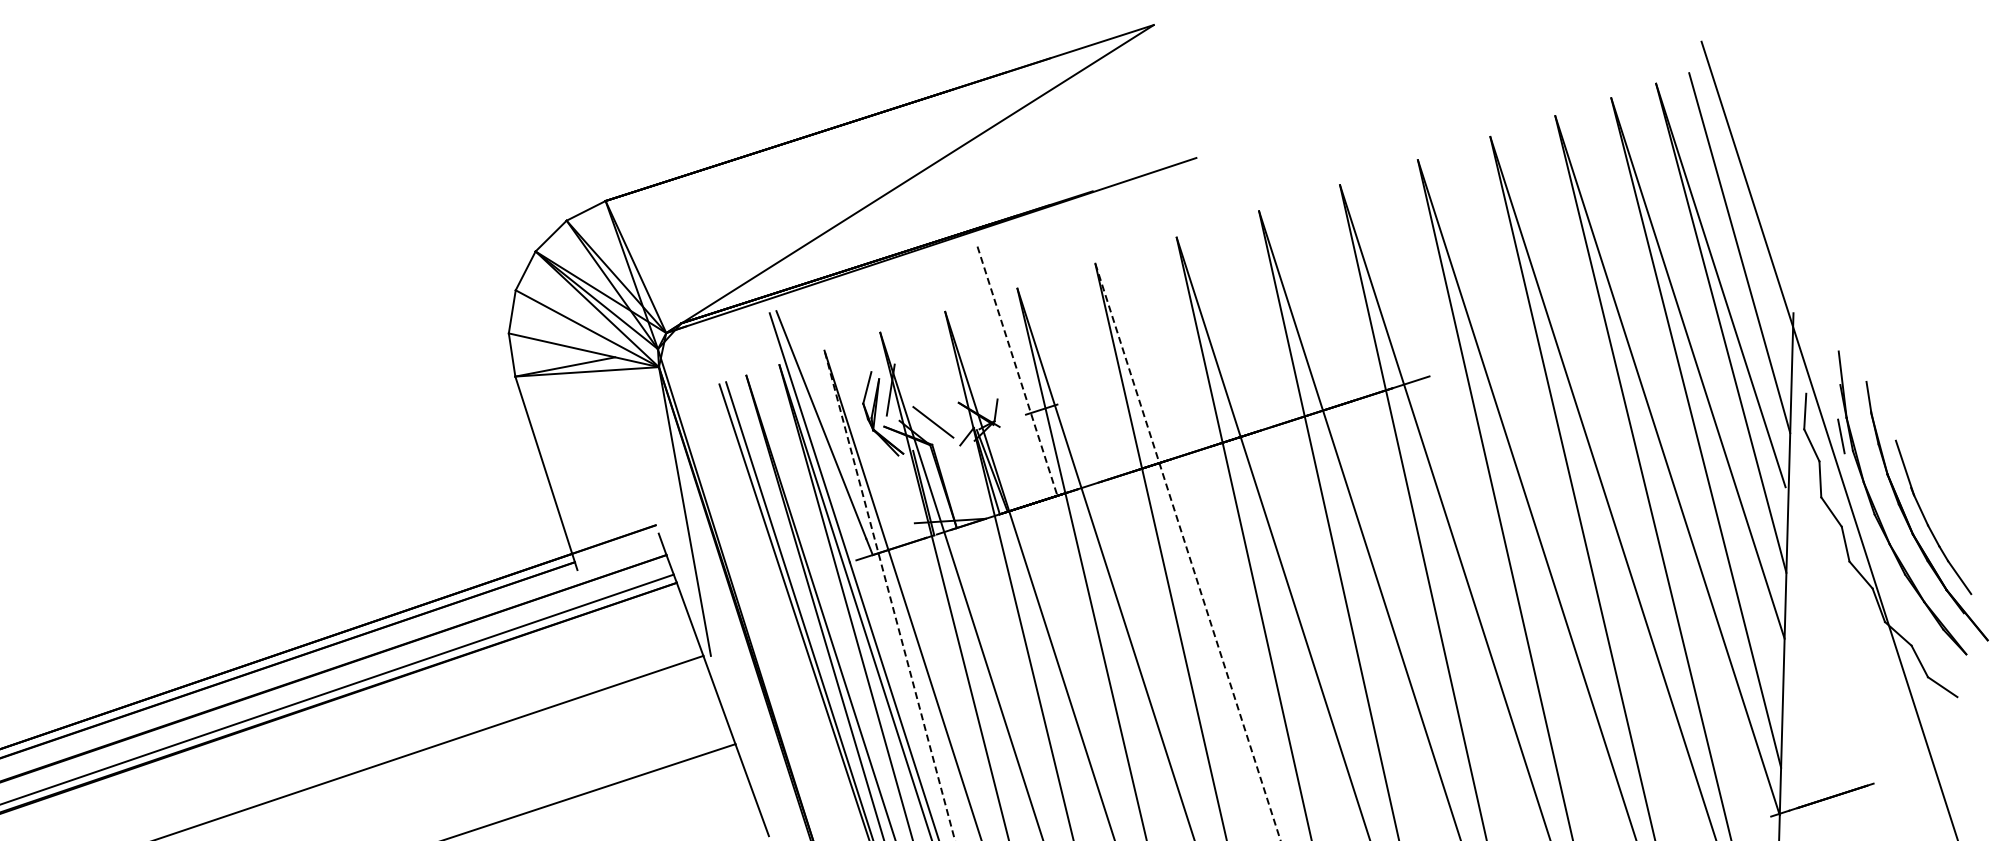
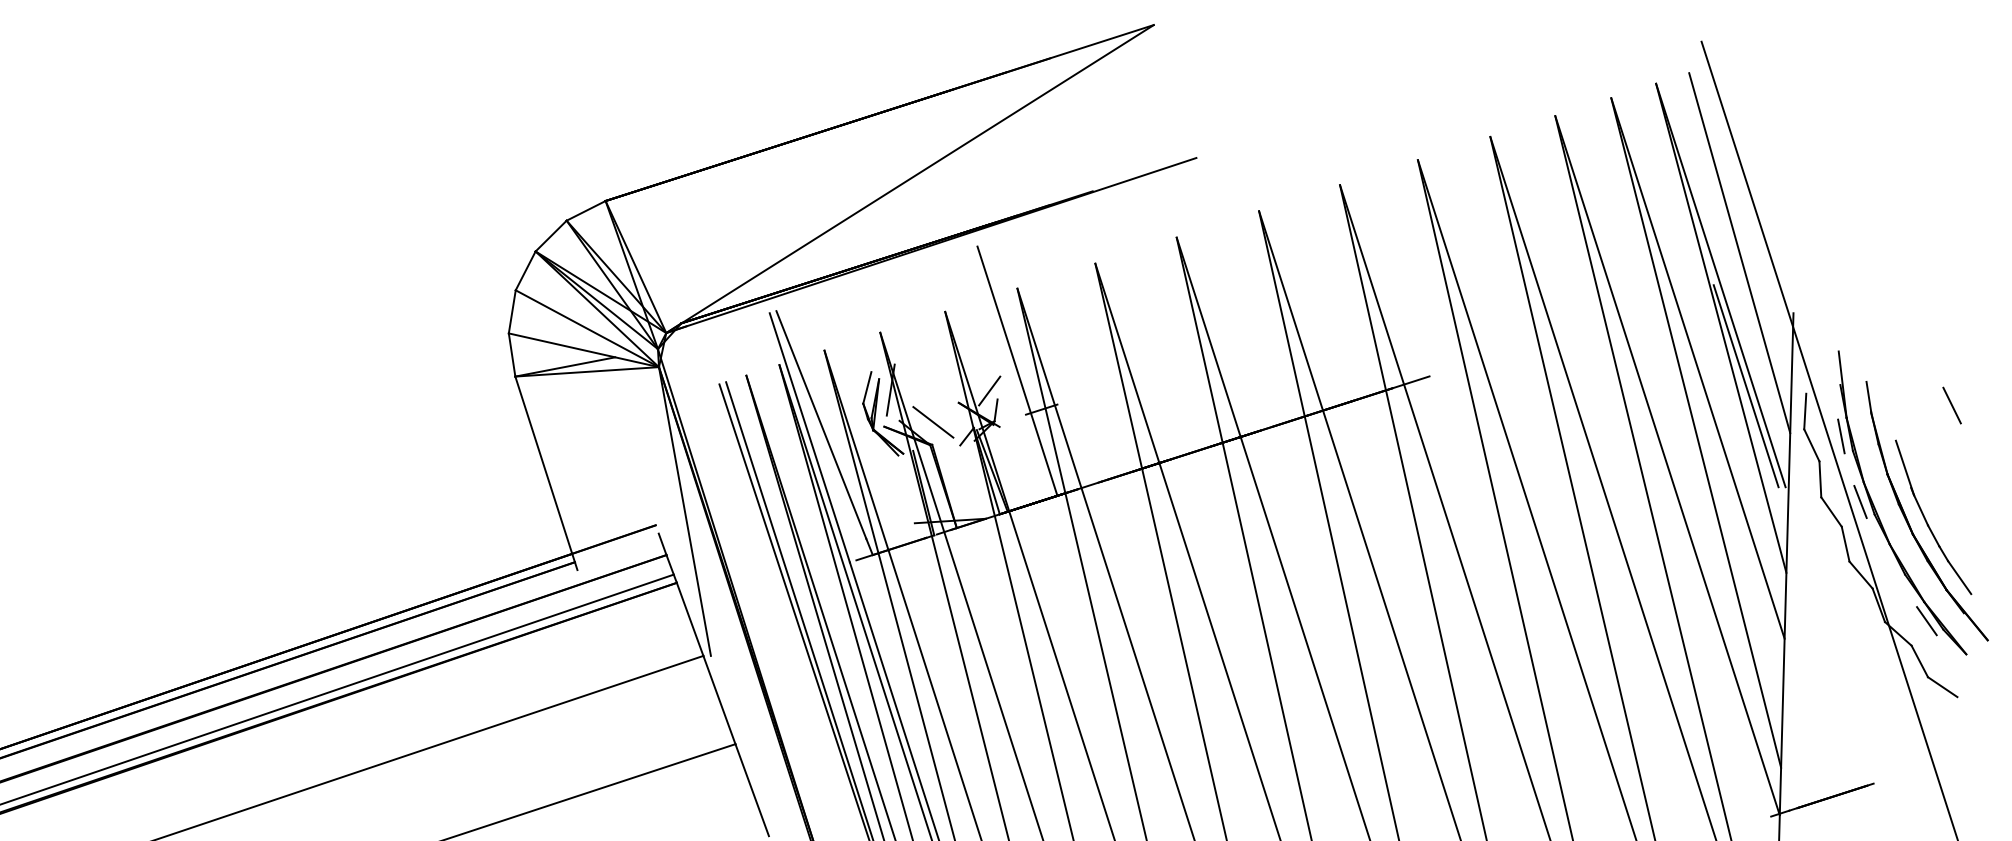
line at (1017, 371): dashed -> solid
line at (1745, 386): none -> present
line at (989, 390): none -> present
line at (1951, 405): none -> present
line at (1860, 502): none -> present
line at (1187, 551): dashed -> solid
line at (889, 594): dashed -> solid
line at (1926, 621): none -> present
